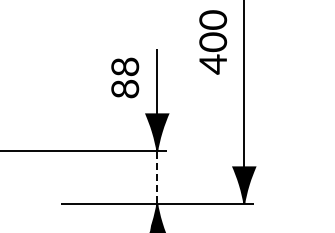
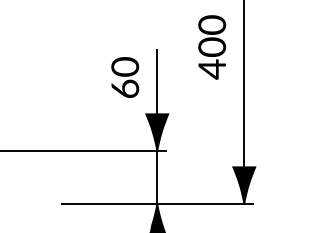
text at (213, 42) position: (213, 42) -> (212, 47)
text at (124, 77): 88 -> 60
line at (157, 177): dashed -> solid
